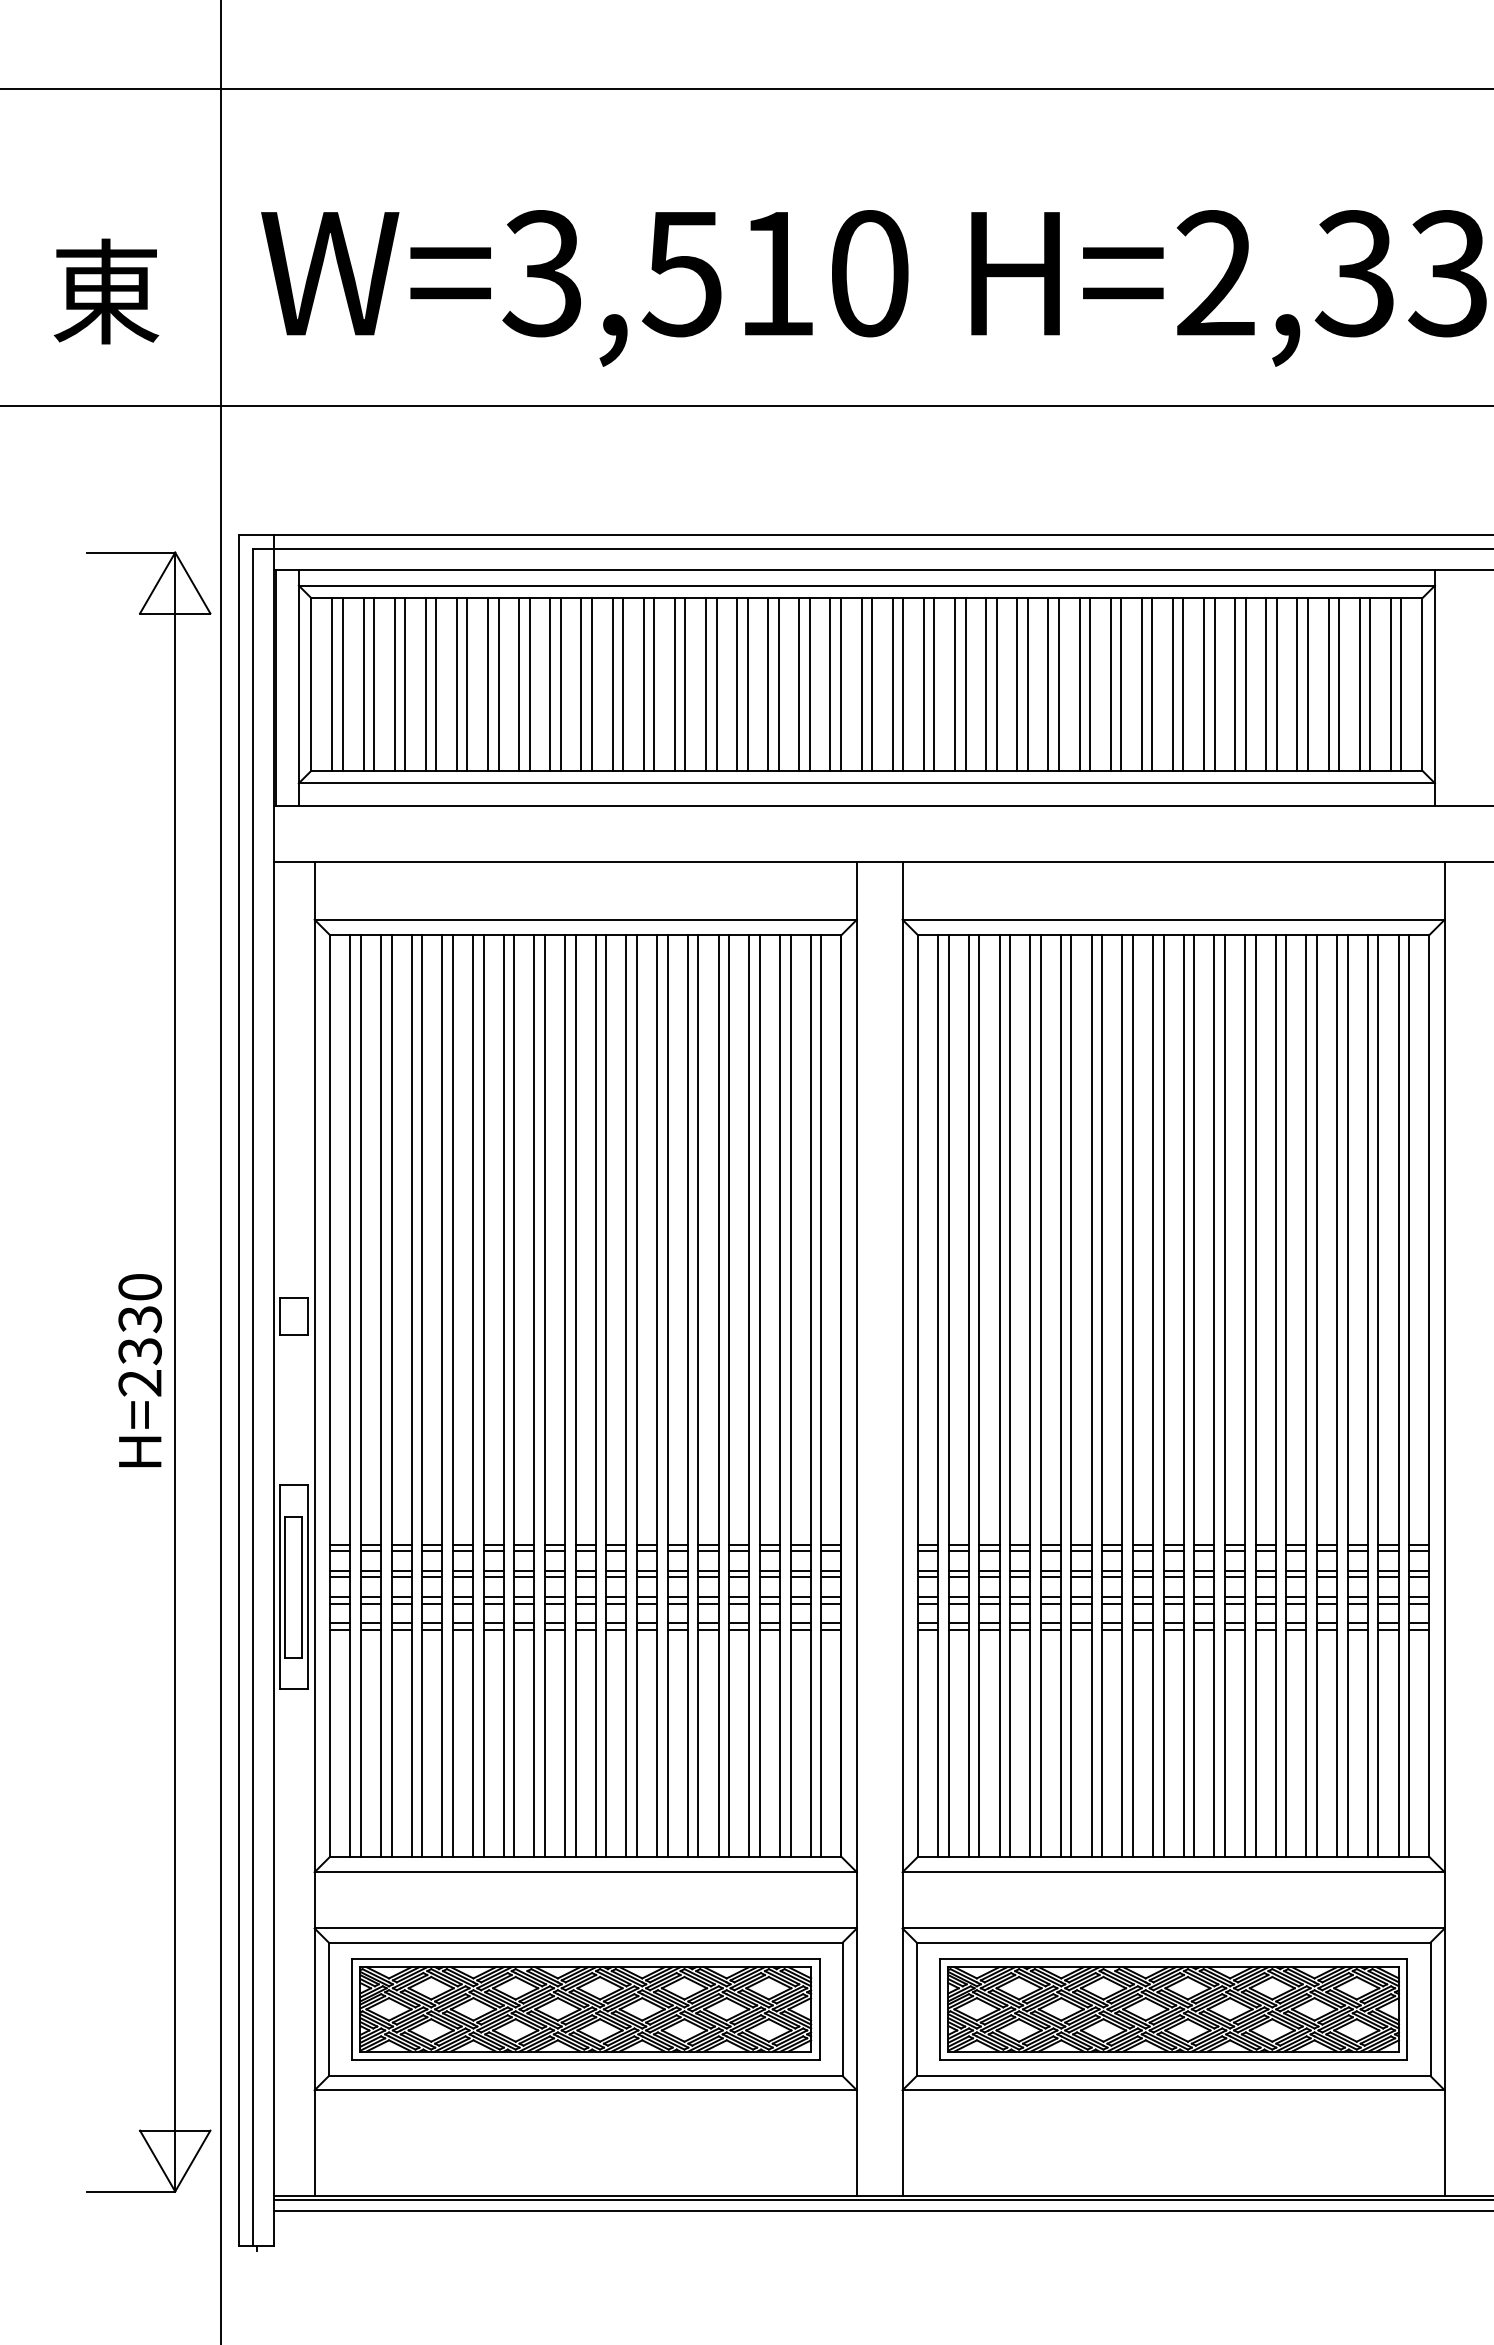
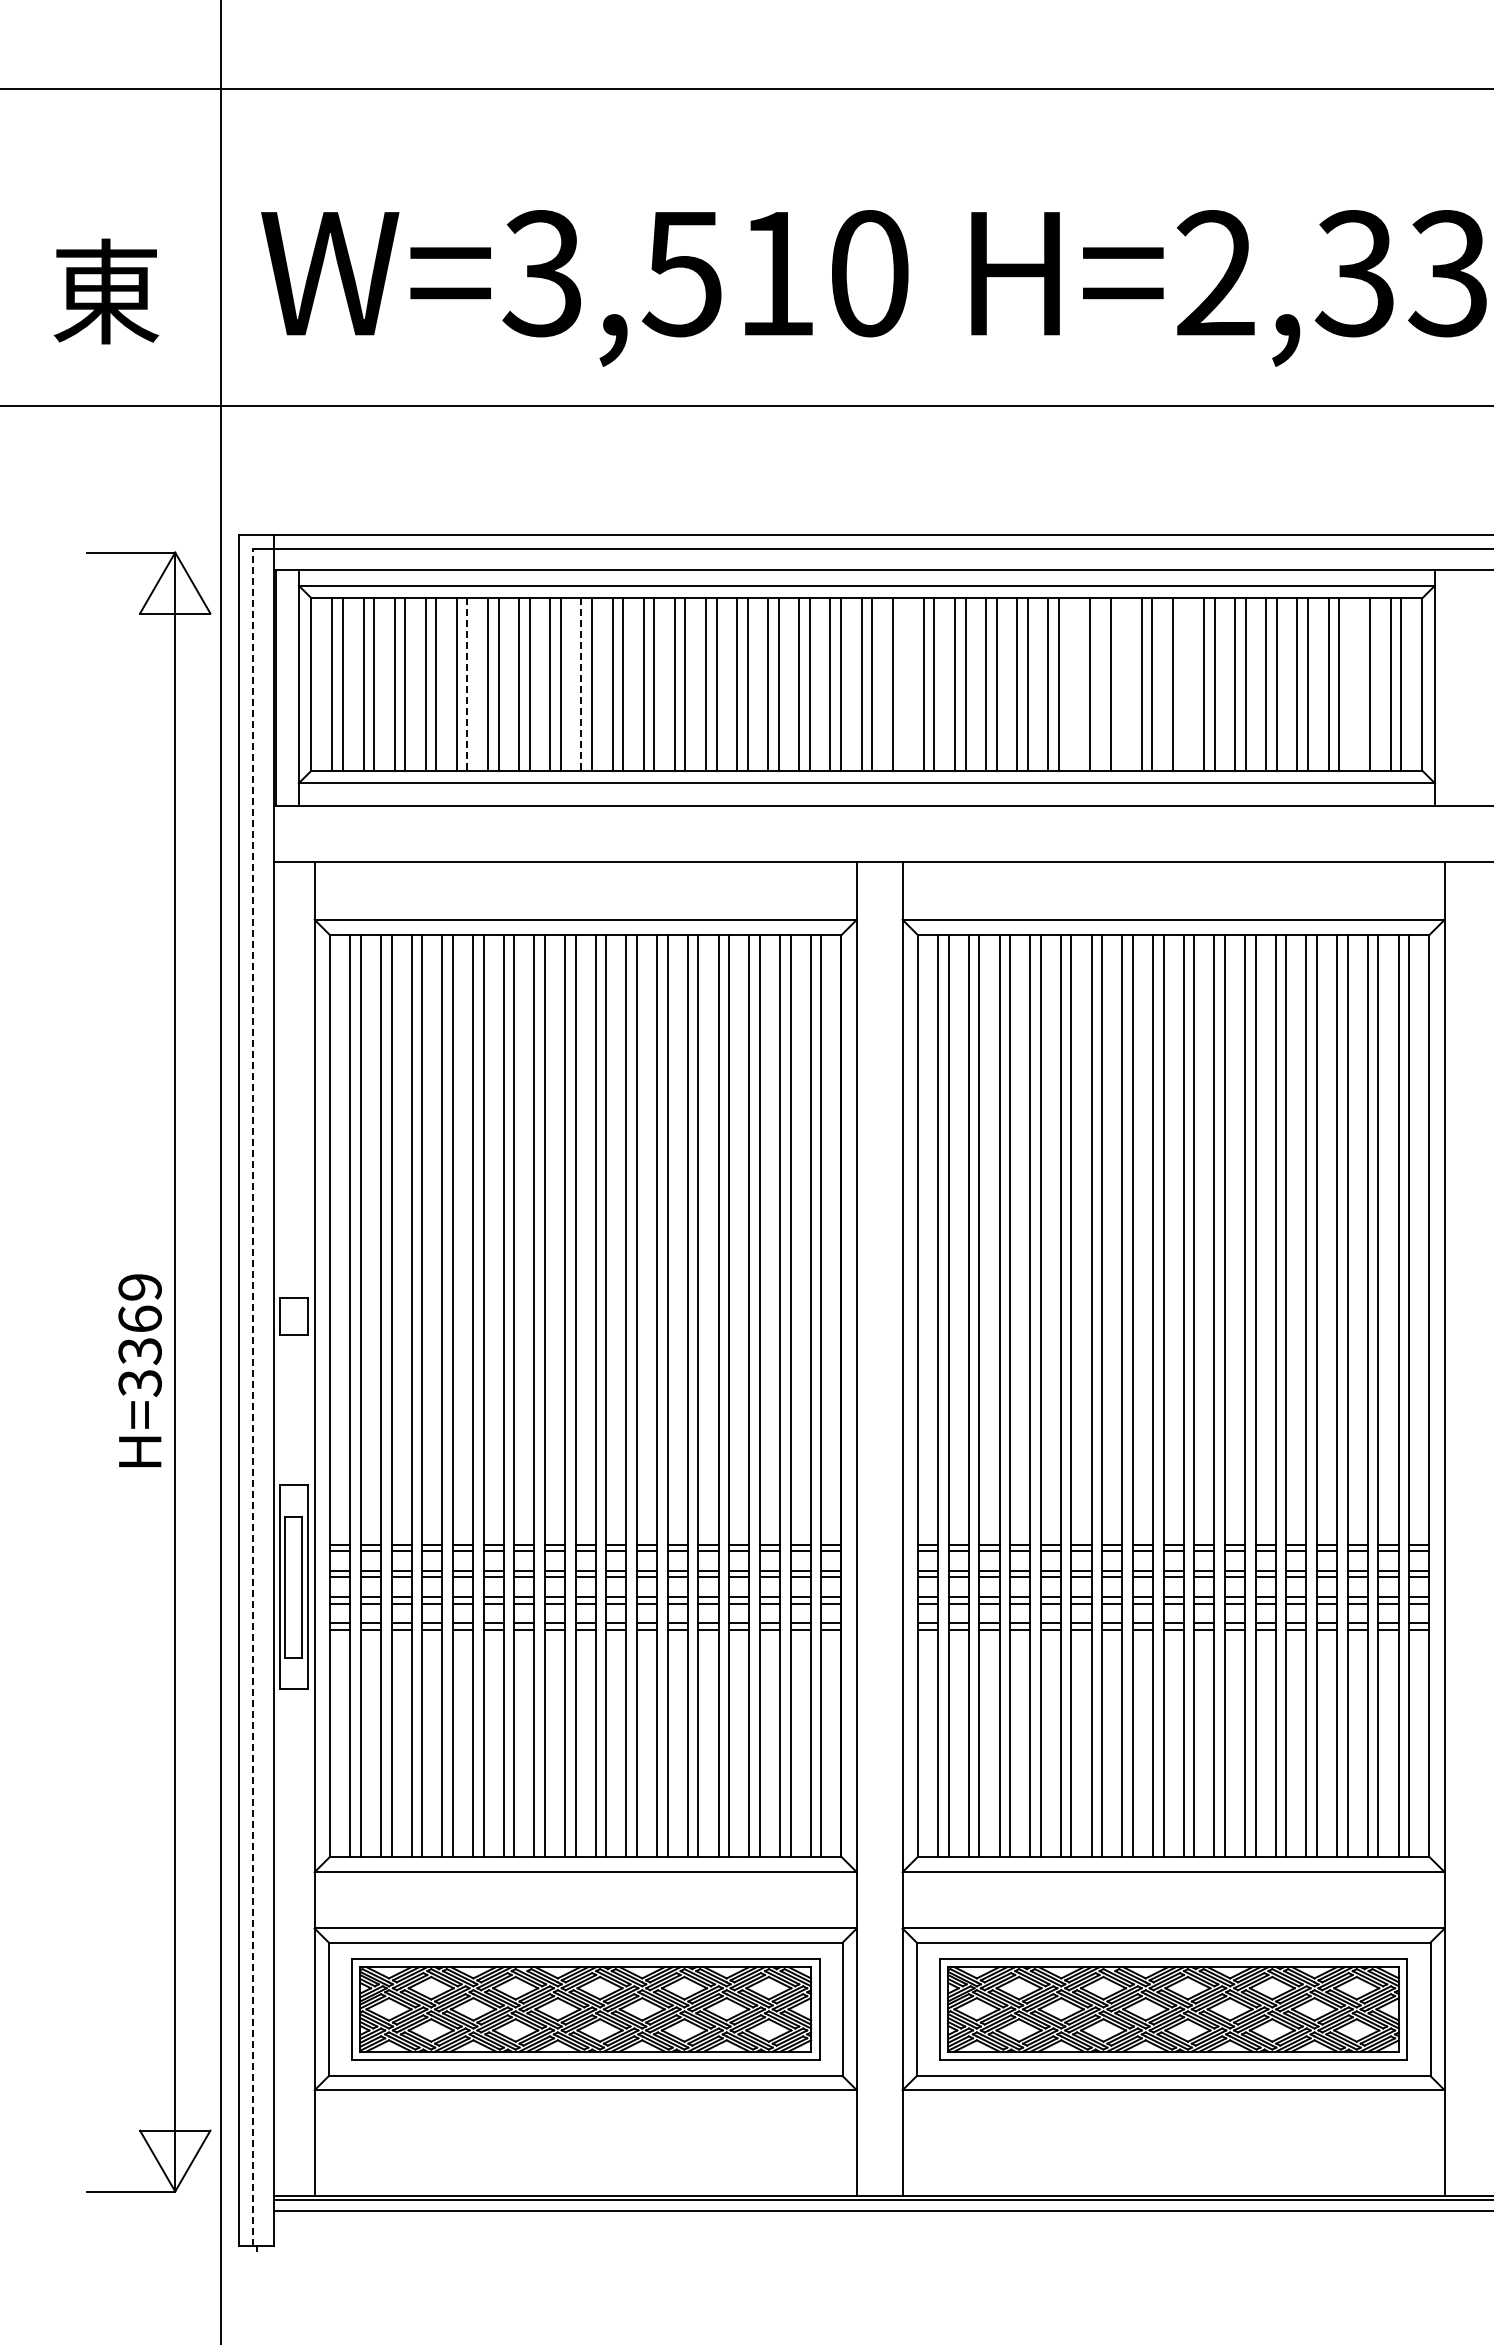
line at (467, 684): solid -> dashed
line at (581, 684): solid -> dashed
line at (903, 684): present -> none
line at (1079, 684): present -> none
line at (1121, 684): present -> none
line at (1183, 684): present -> none
line at (1359, 684): present -> none
text at (139, 1335): H=2330 -> H=3369
line at (253, 1396): solid -> dashed
